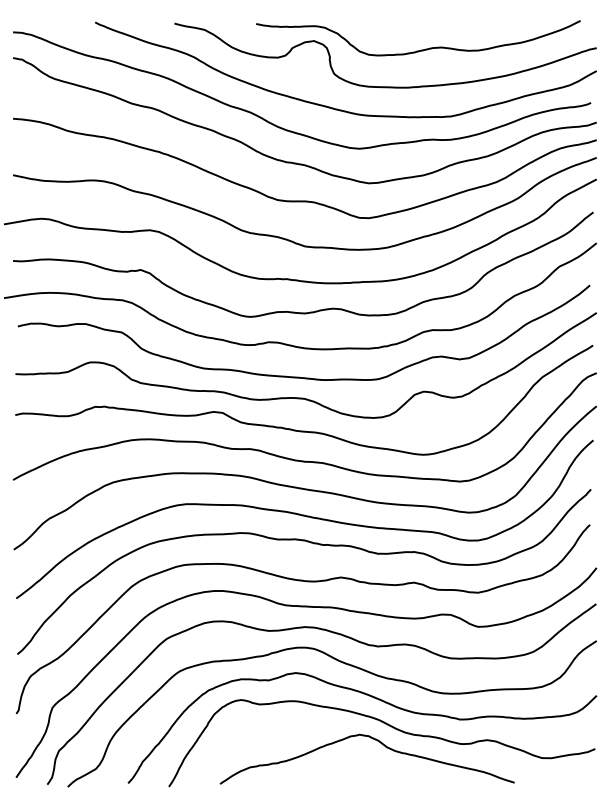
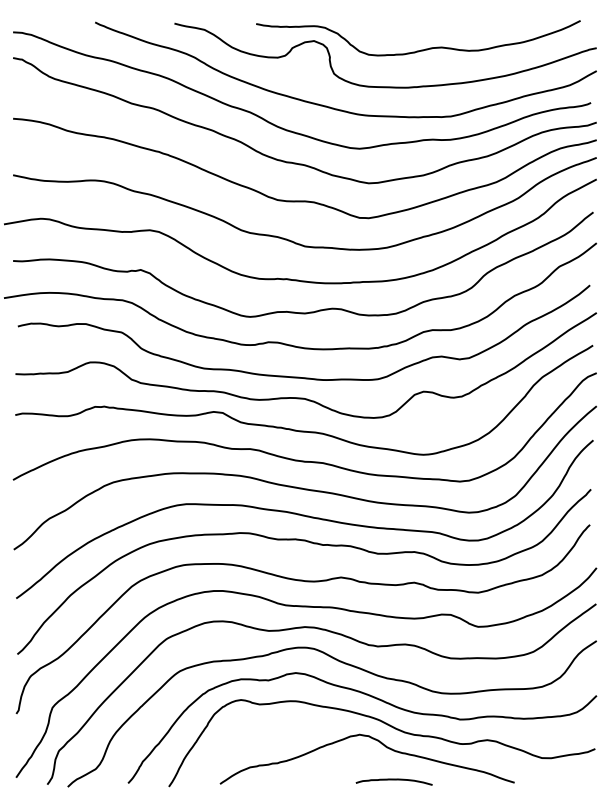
curve at (393, 780): none -> present
